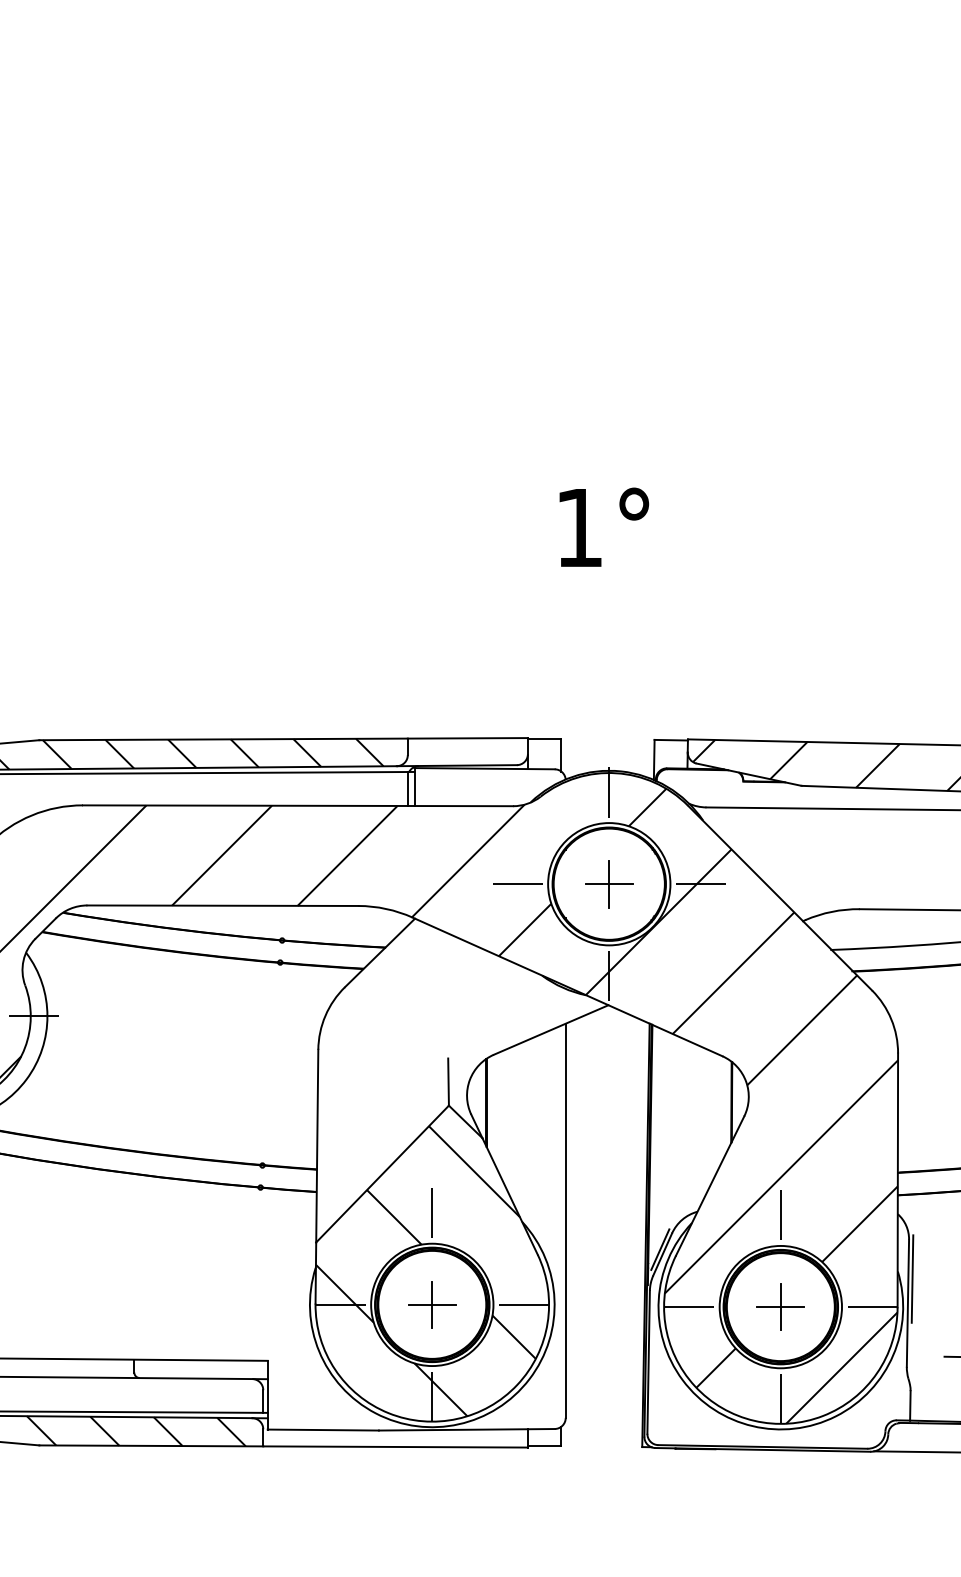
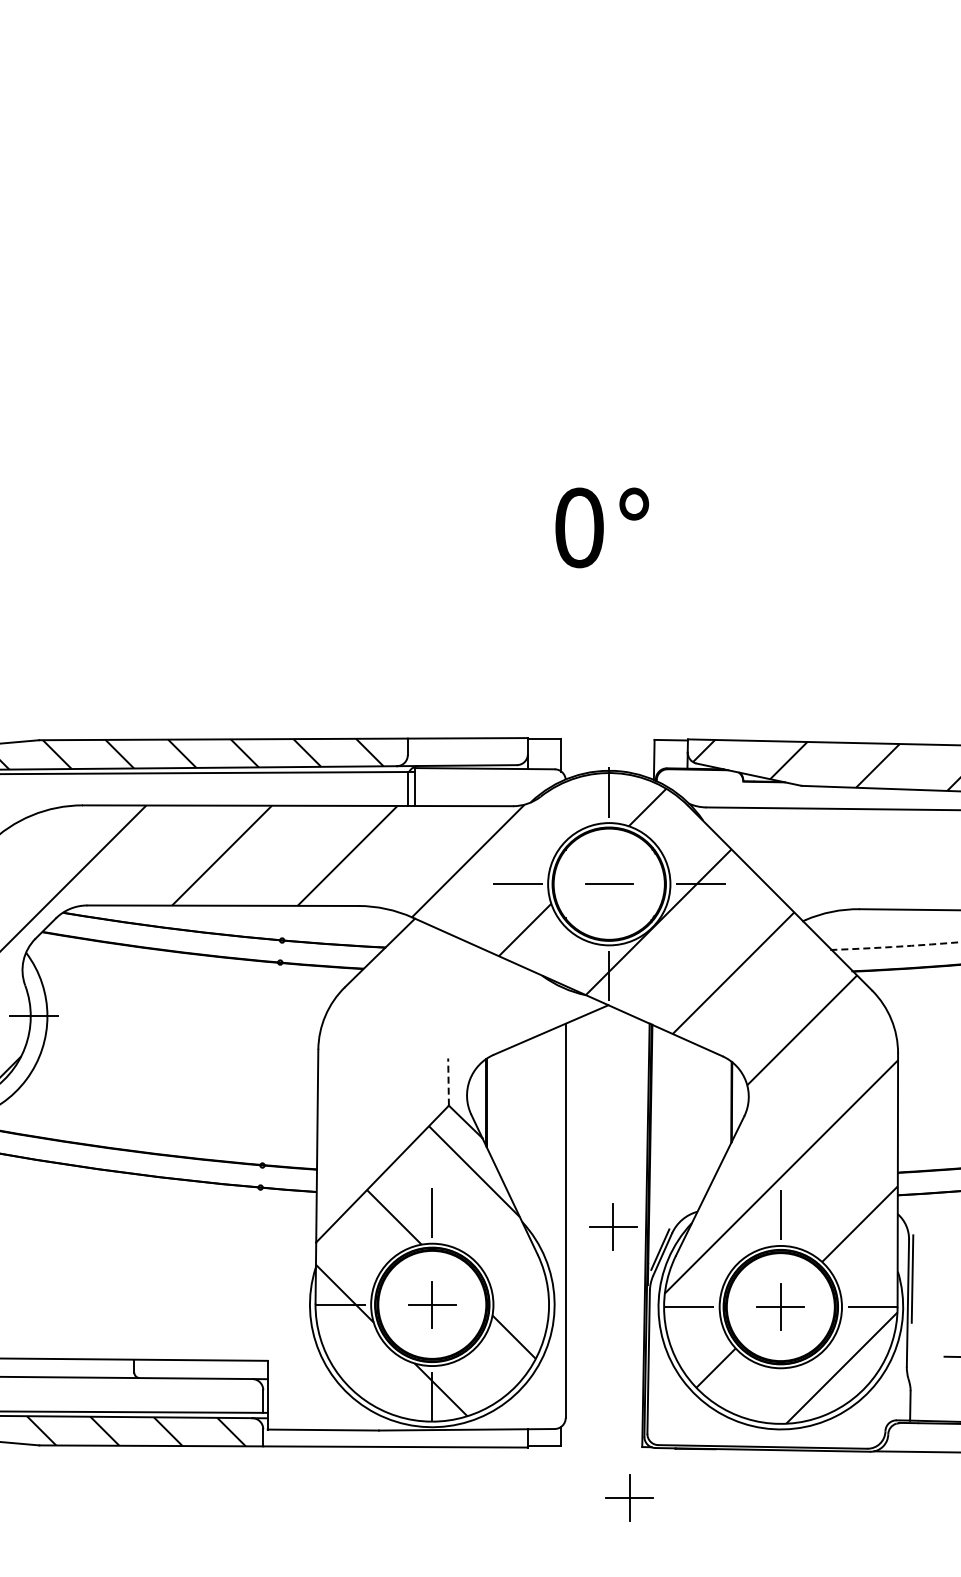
text at (579, 527): 1° -> 0°
line at (609, 883): present -> none
arc at (896, 946): solid -> dashed
line at (448, 1082): solid -> dashed
part at (613, 1226): none -> present
line at (524, 1304): present -> none
line at (780, 1398): present -> none
part at (629, 1497): none -> present
